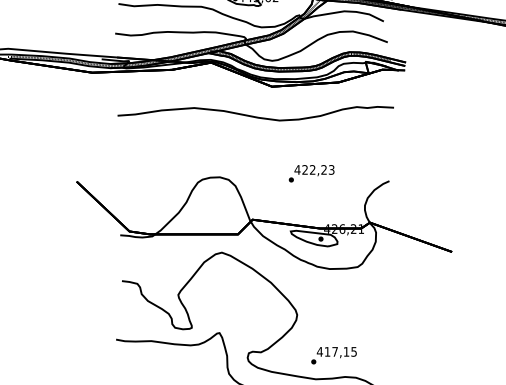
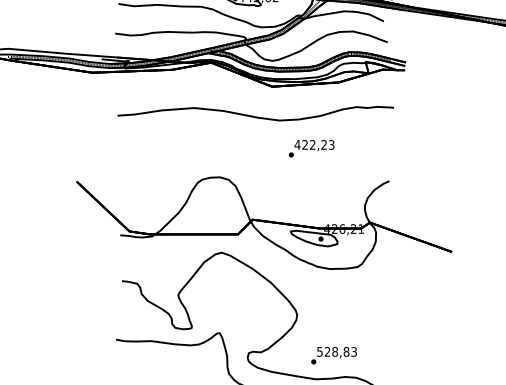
text at (311, 173) position: (311, 173) -> (311, 148)
text at (336, 351): 417,15 -> 528,83
